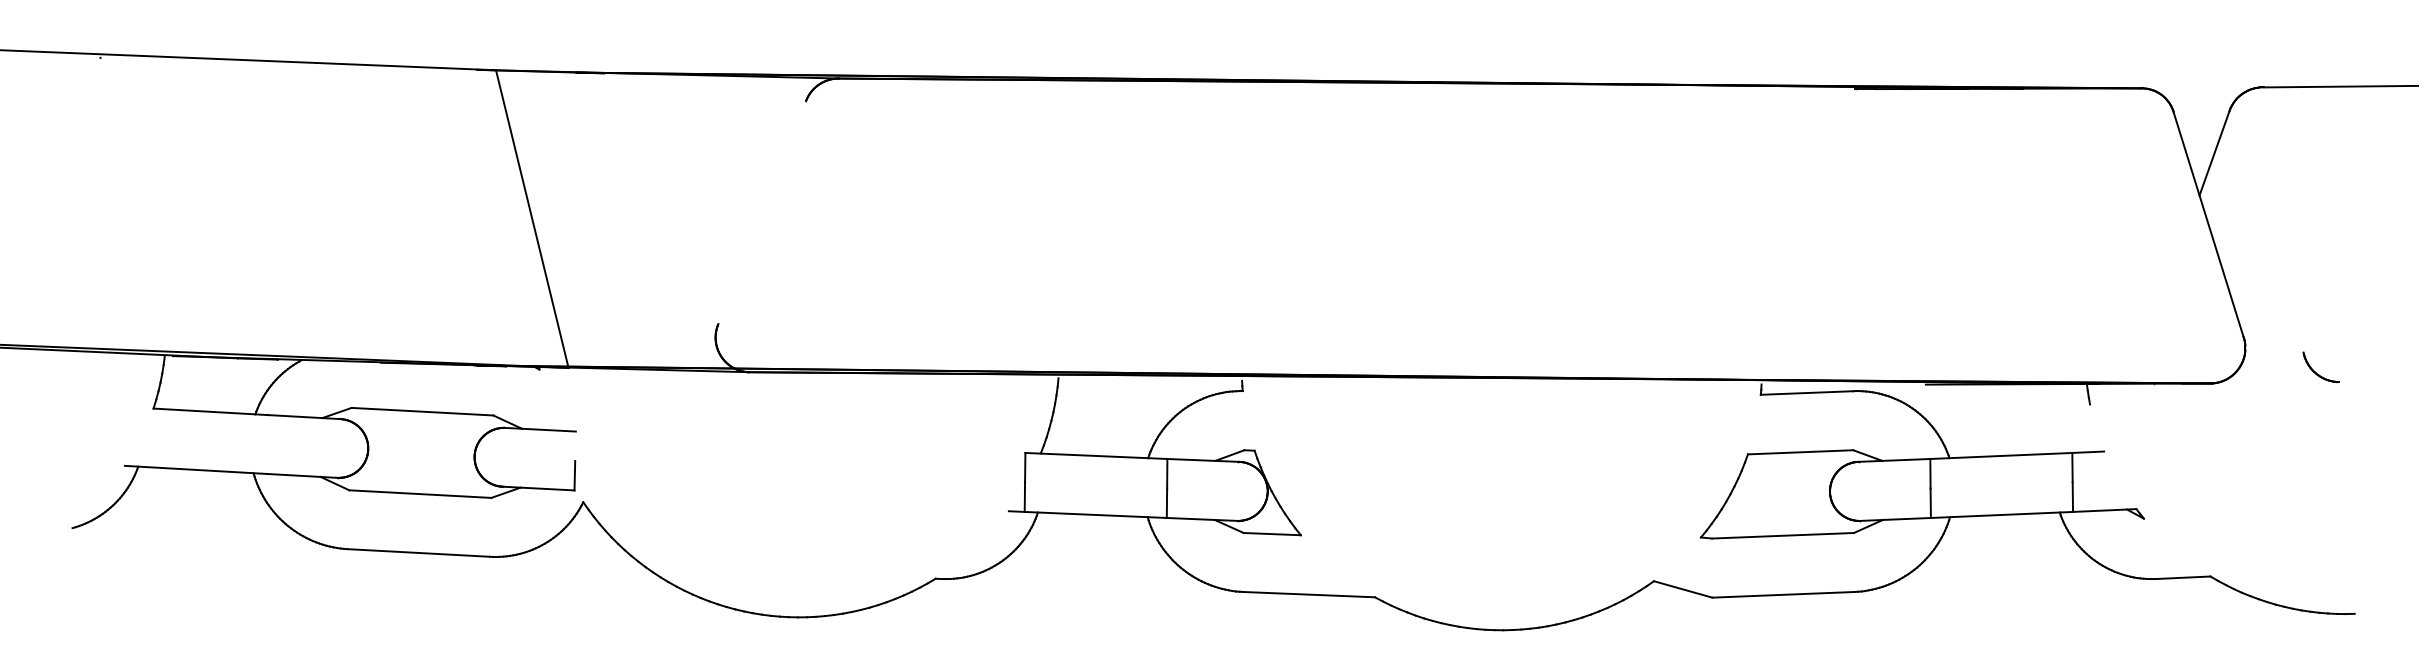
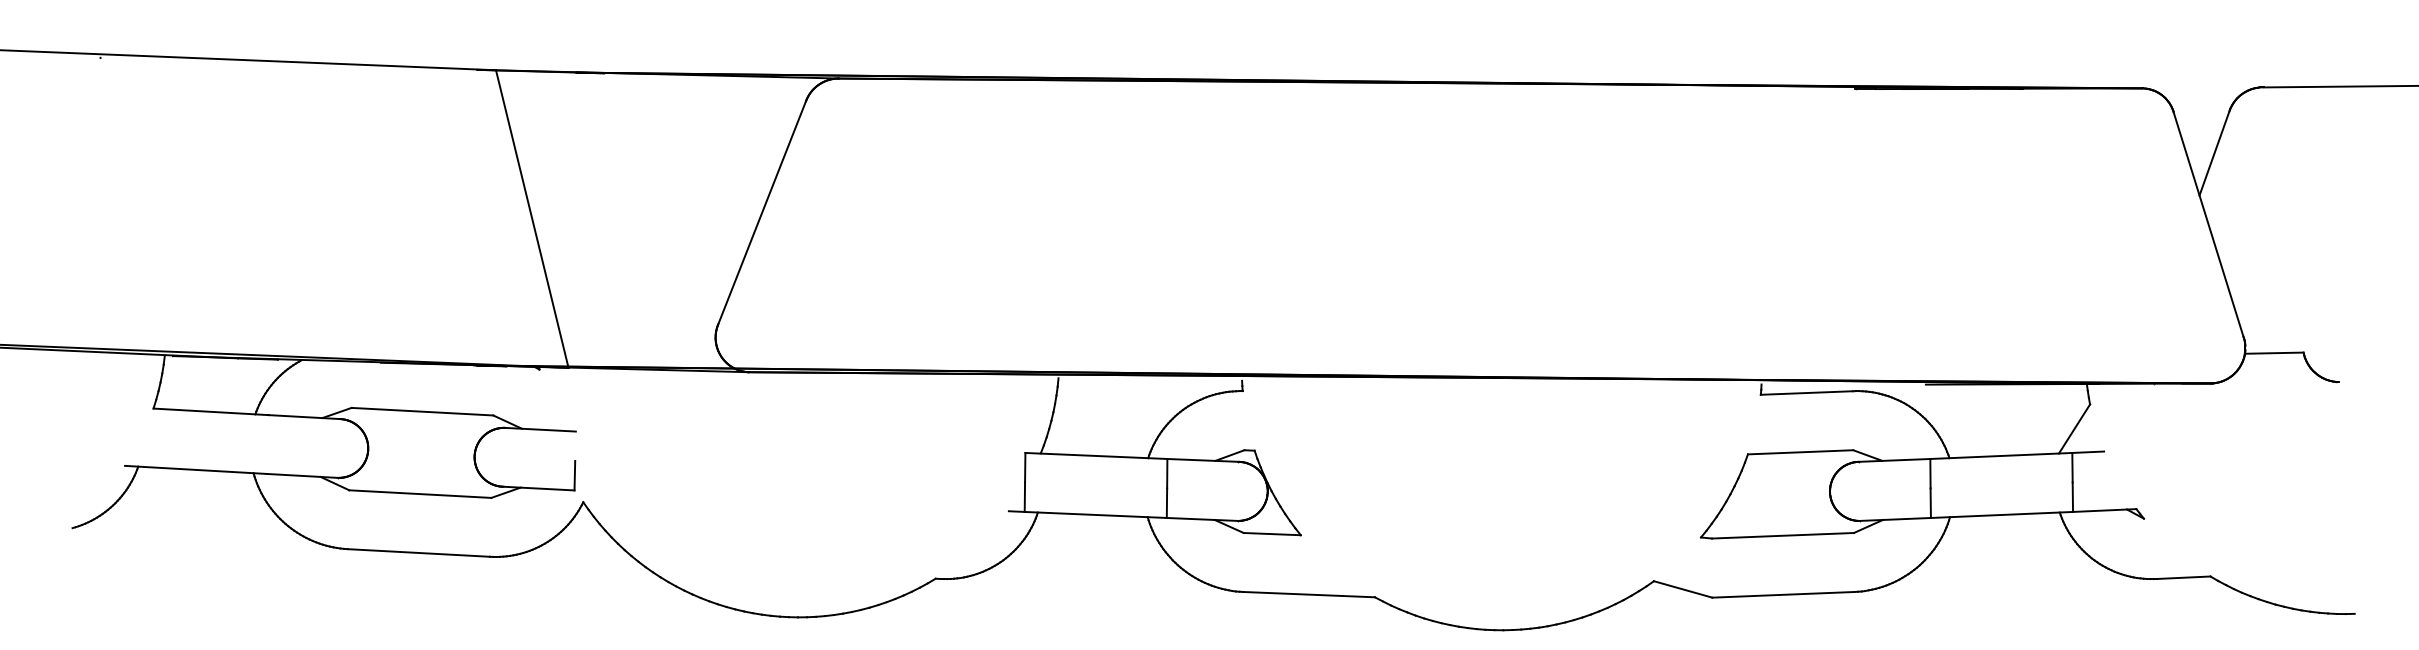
line at (762, 212): none -> present
line at (2273, 352): none -> present
line at (2074, 428): none -> present
